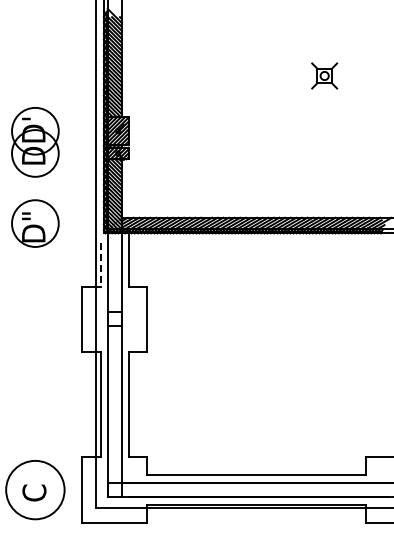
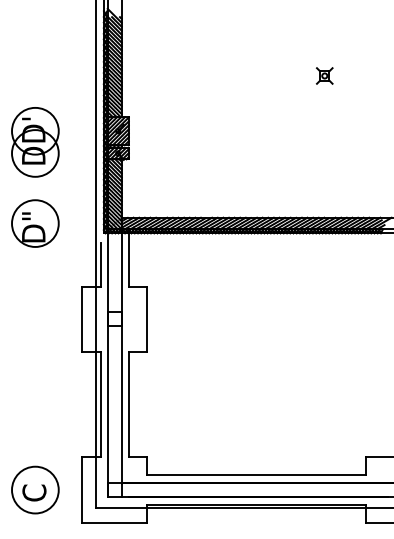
part at (324, 75) size: 28x28 px -> 18x18 px
line at (100, 265): dashed -> solid
circle at (35, 489) diameter: 58 px -> 47 px
